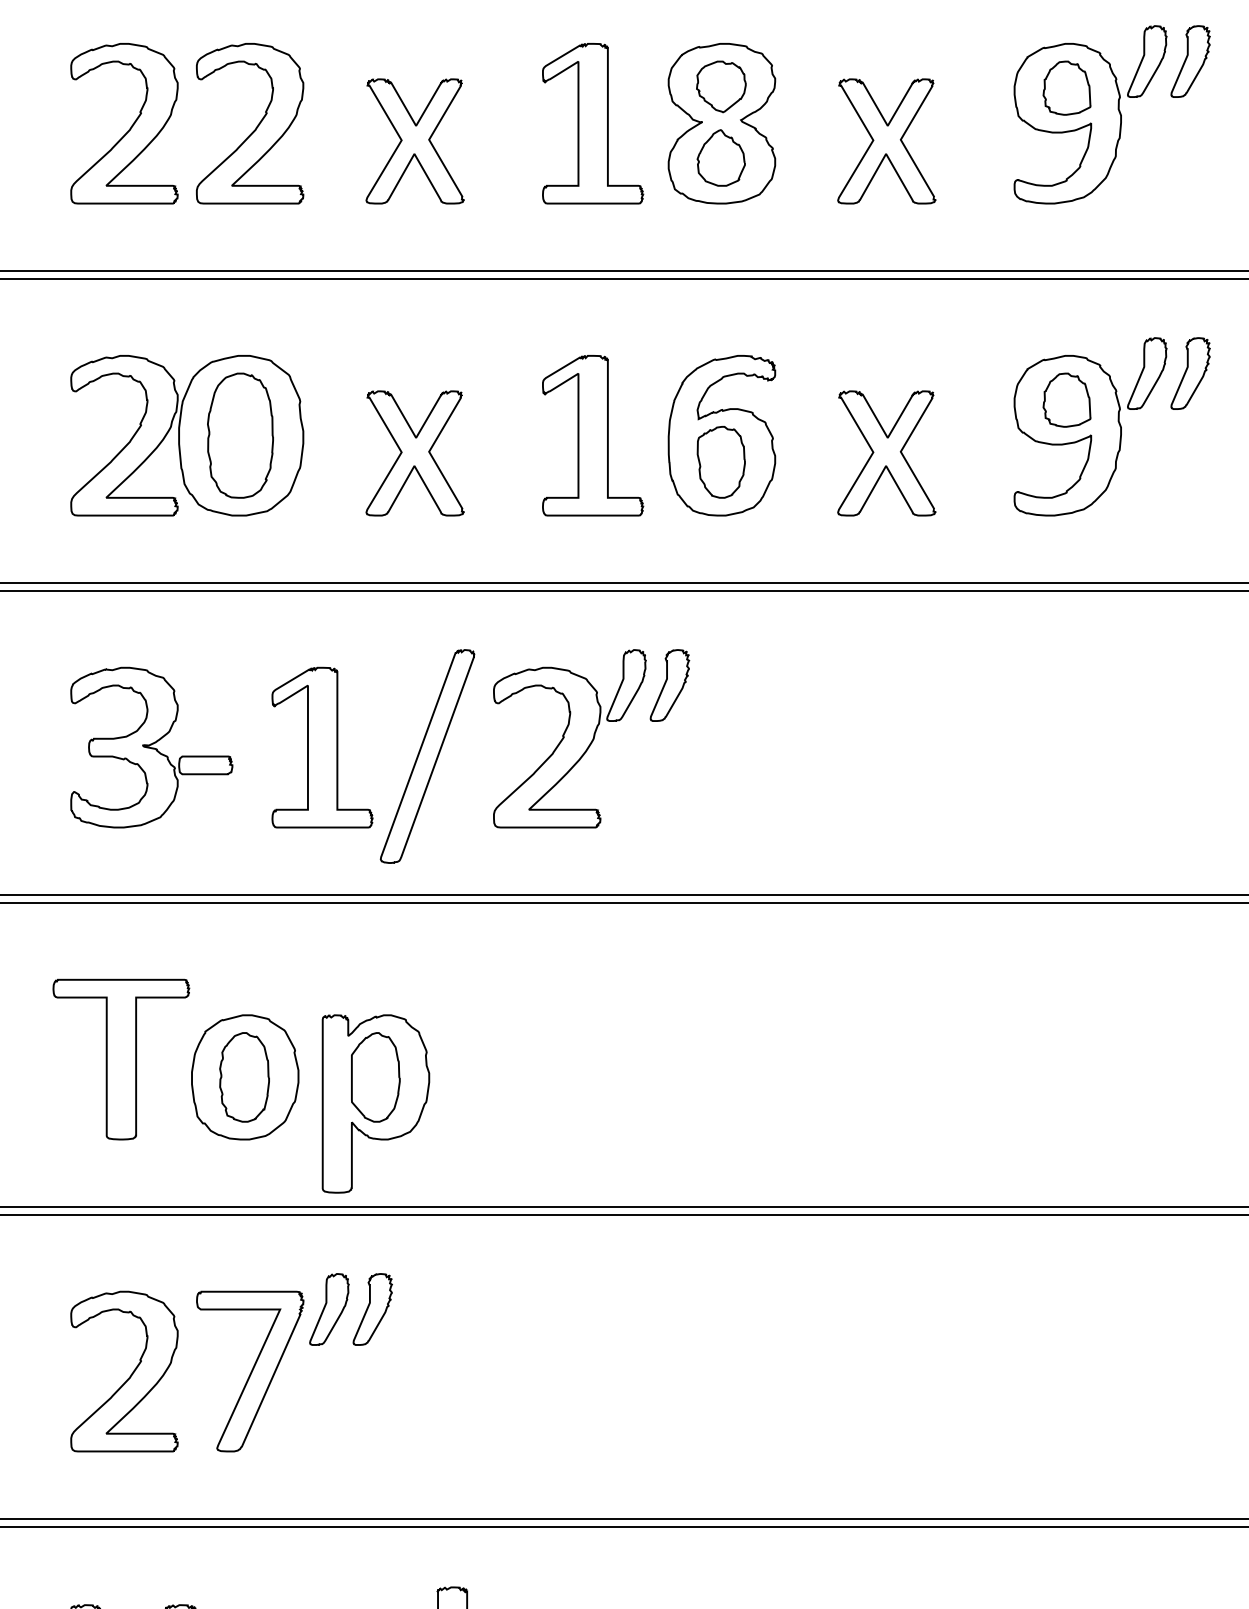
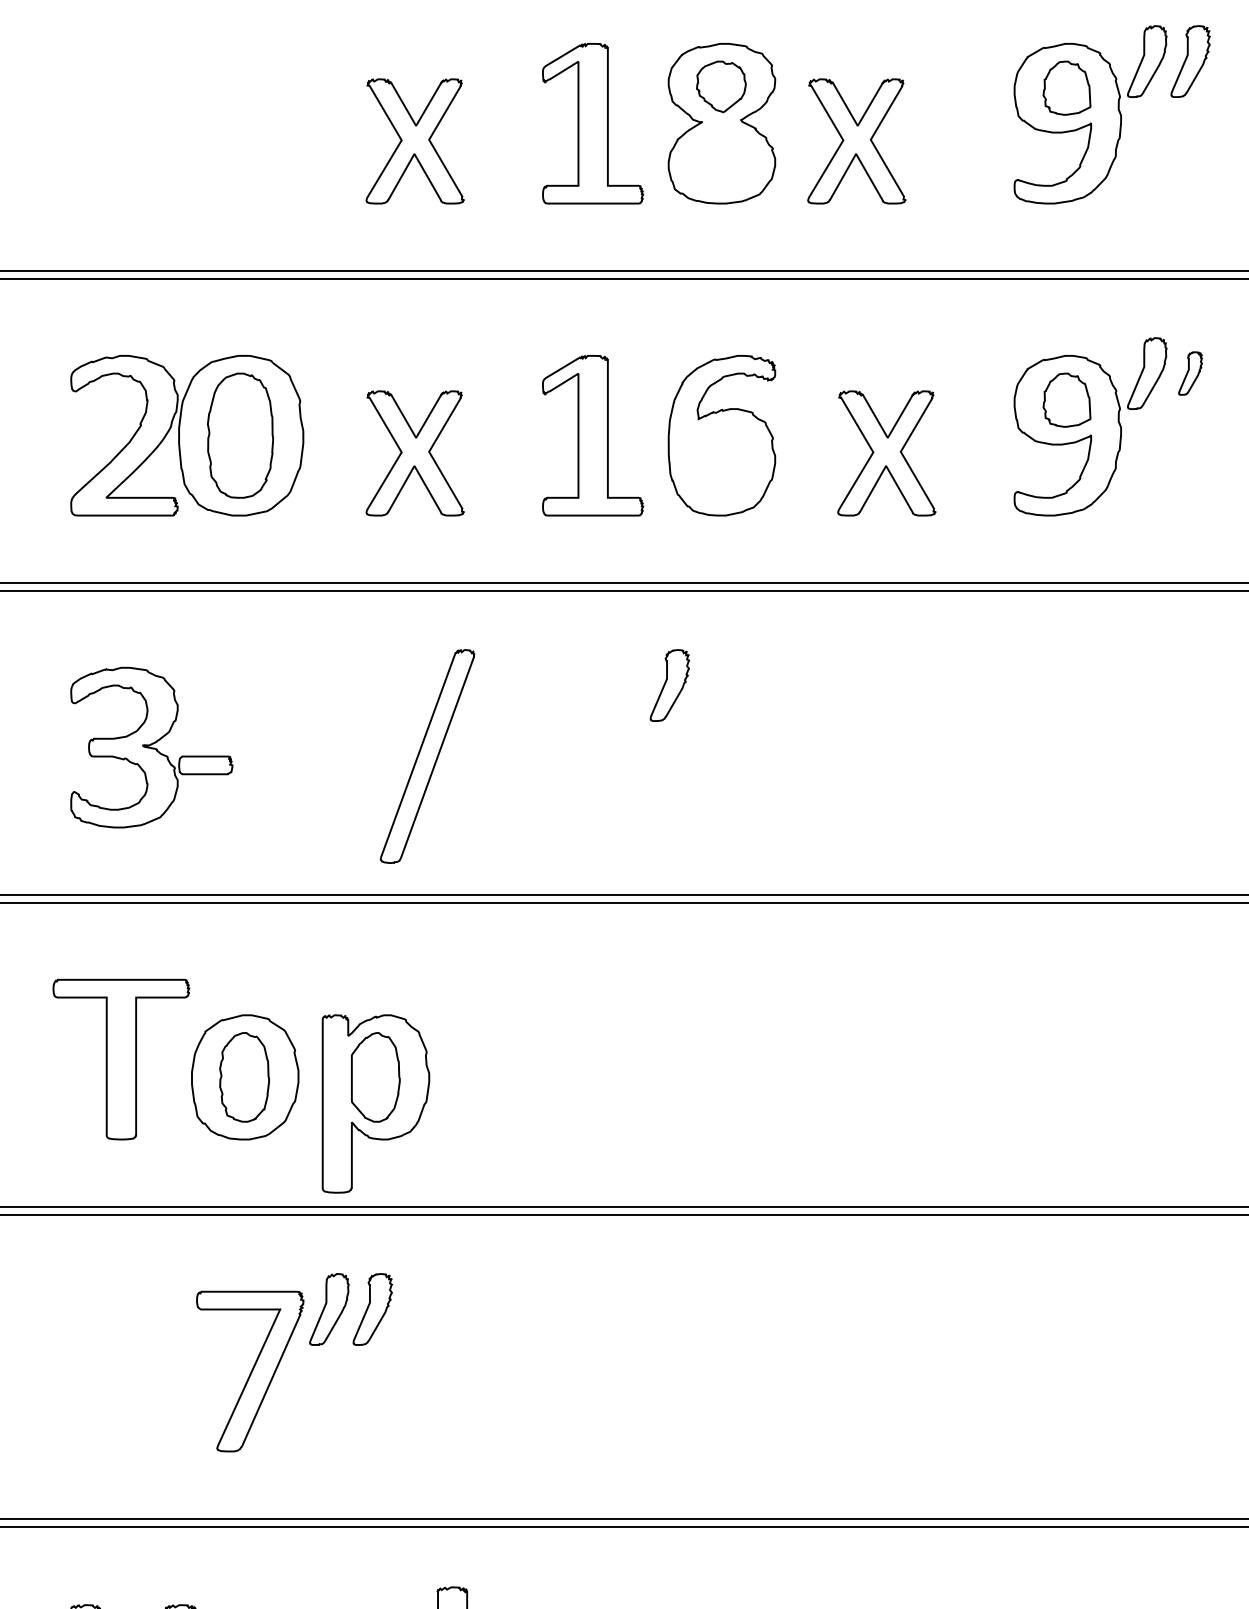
part at (255, 127): present -> none
part at (129, 128): present -> none
part at (886, 141) position: (886, 141) -> (856, 141)
part at (720, 157): present -> none
part at (1190, 373) size: 41x73 px -> 26x45 px
part at (720, 462): present -> none
part at (569, 738): present -> none
part at (322, 747): present -> none
part at (130, 1374): present -> none
